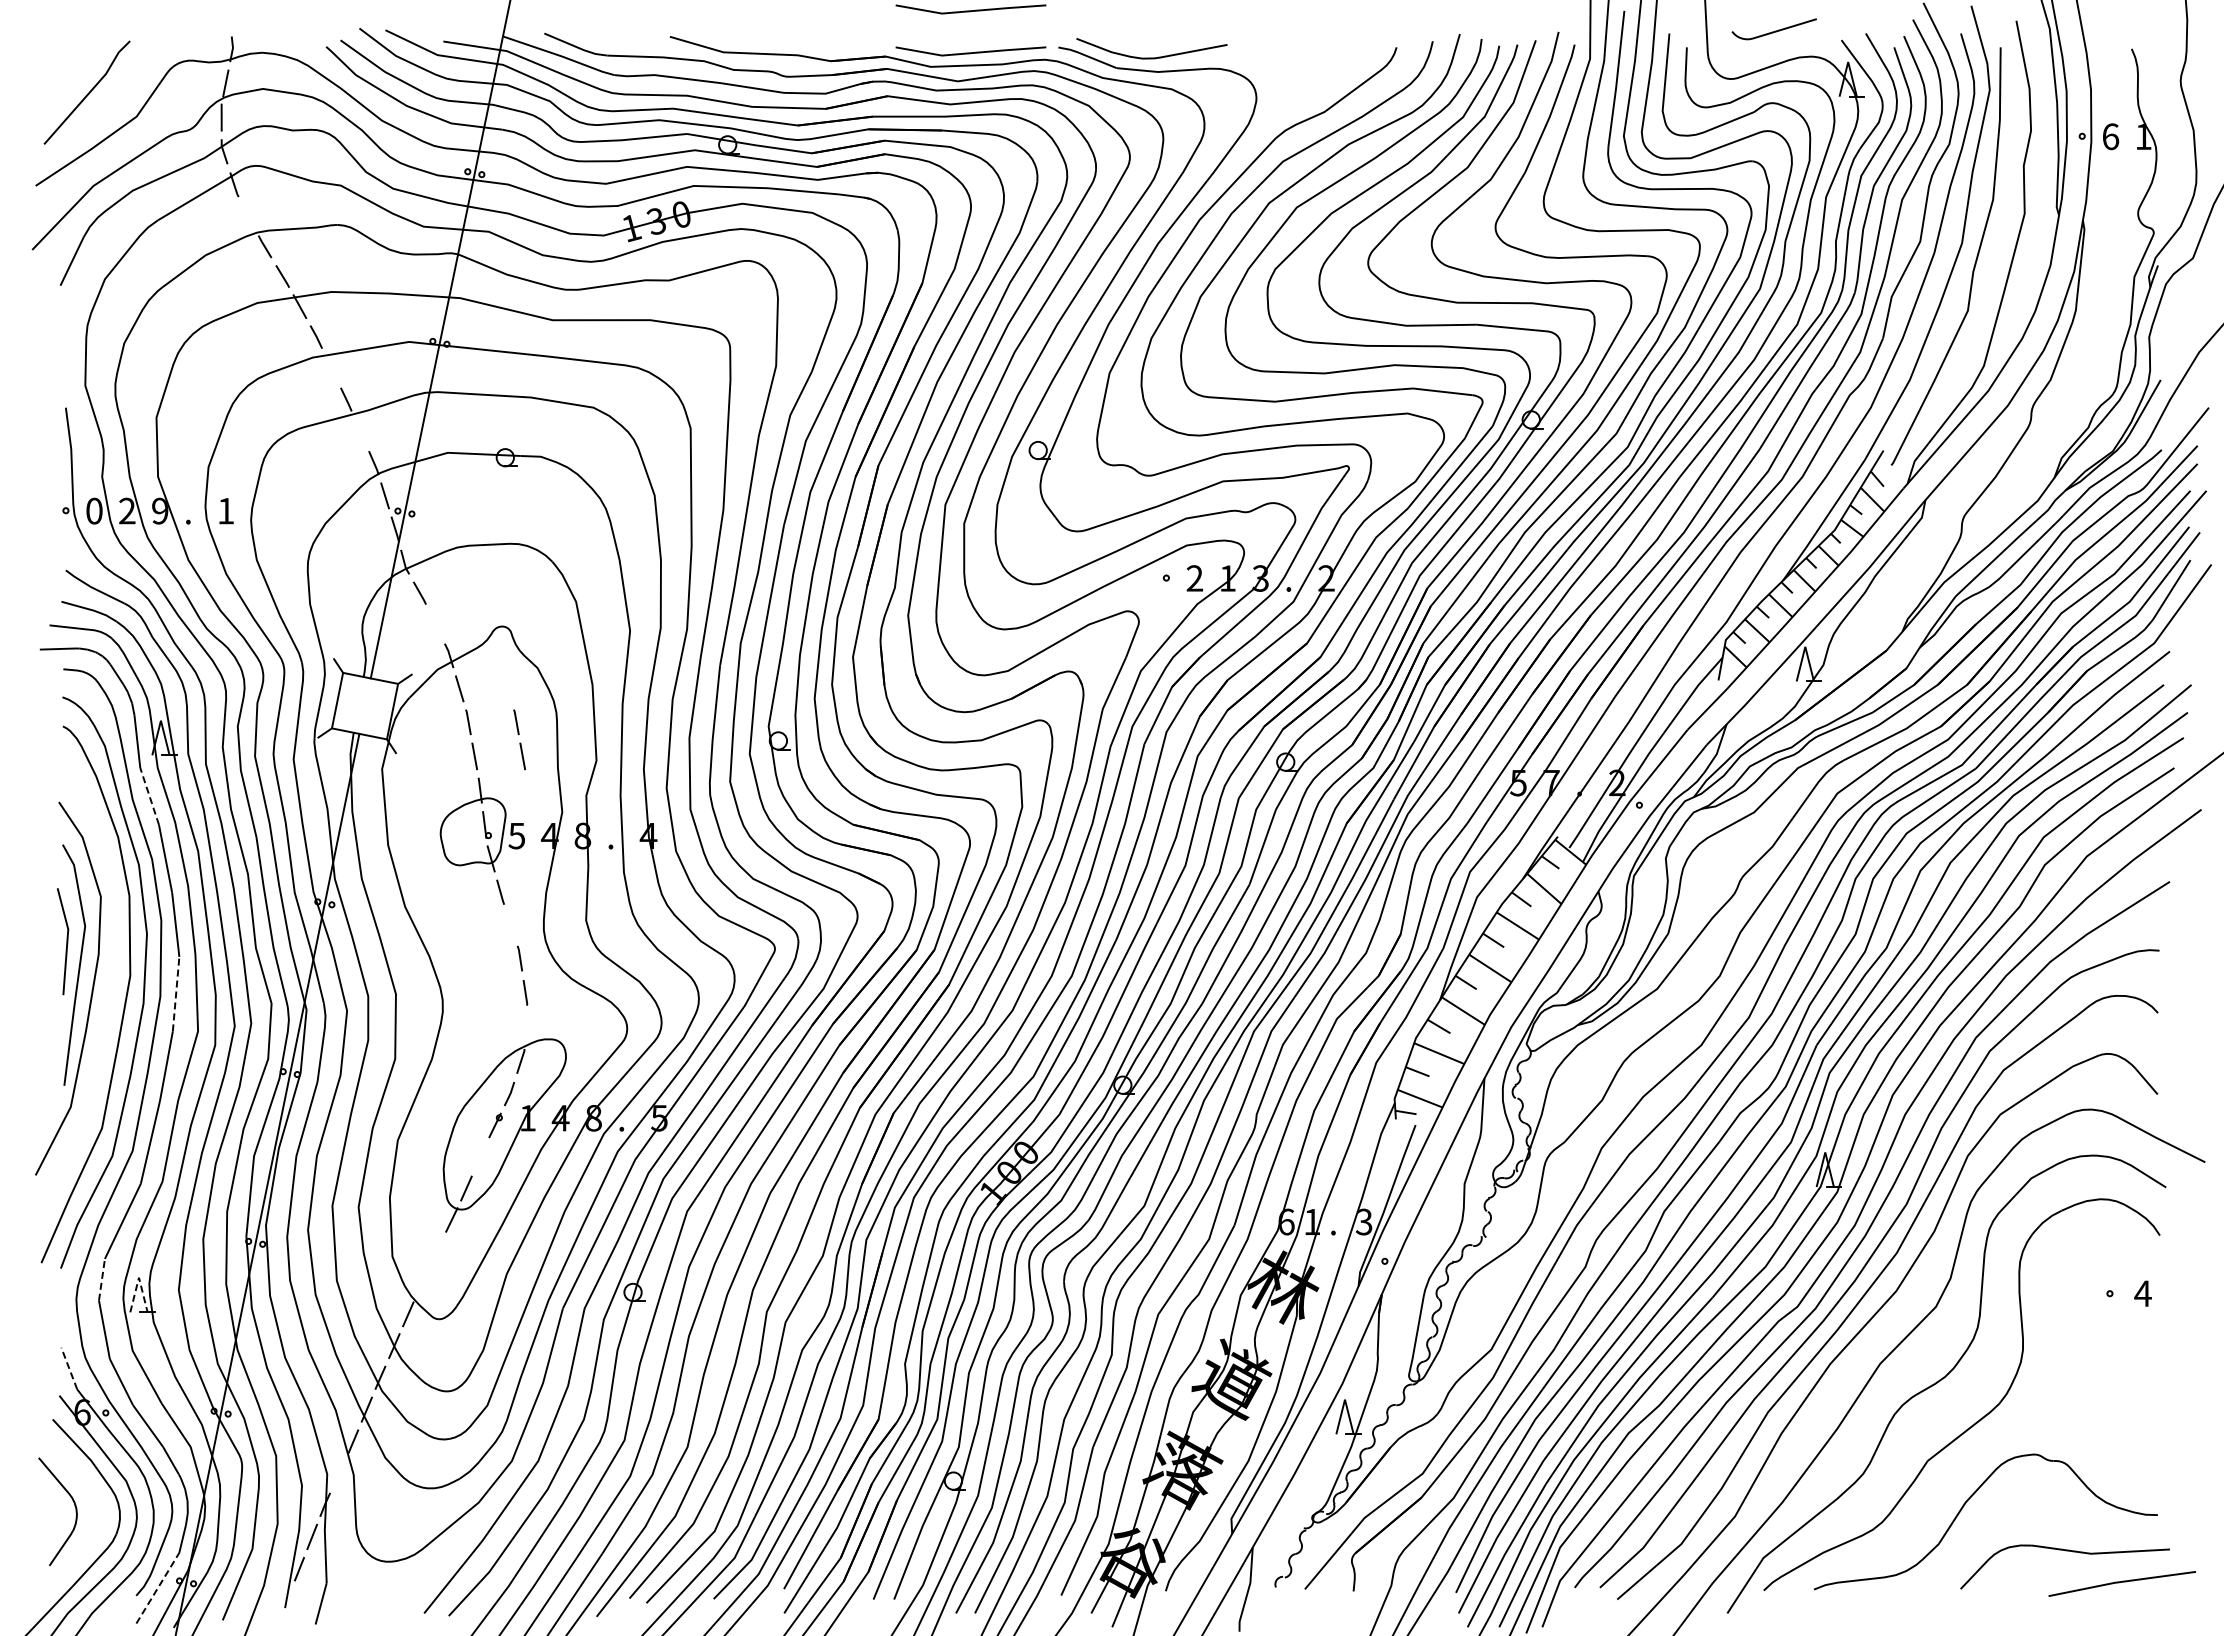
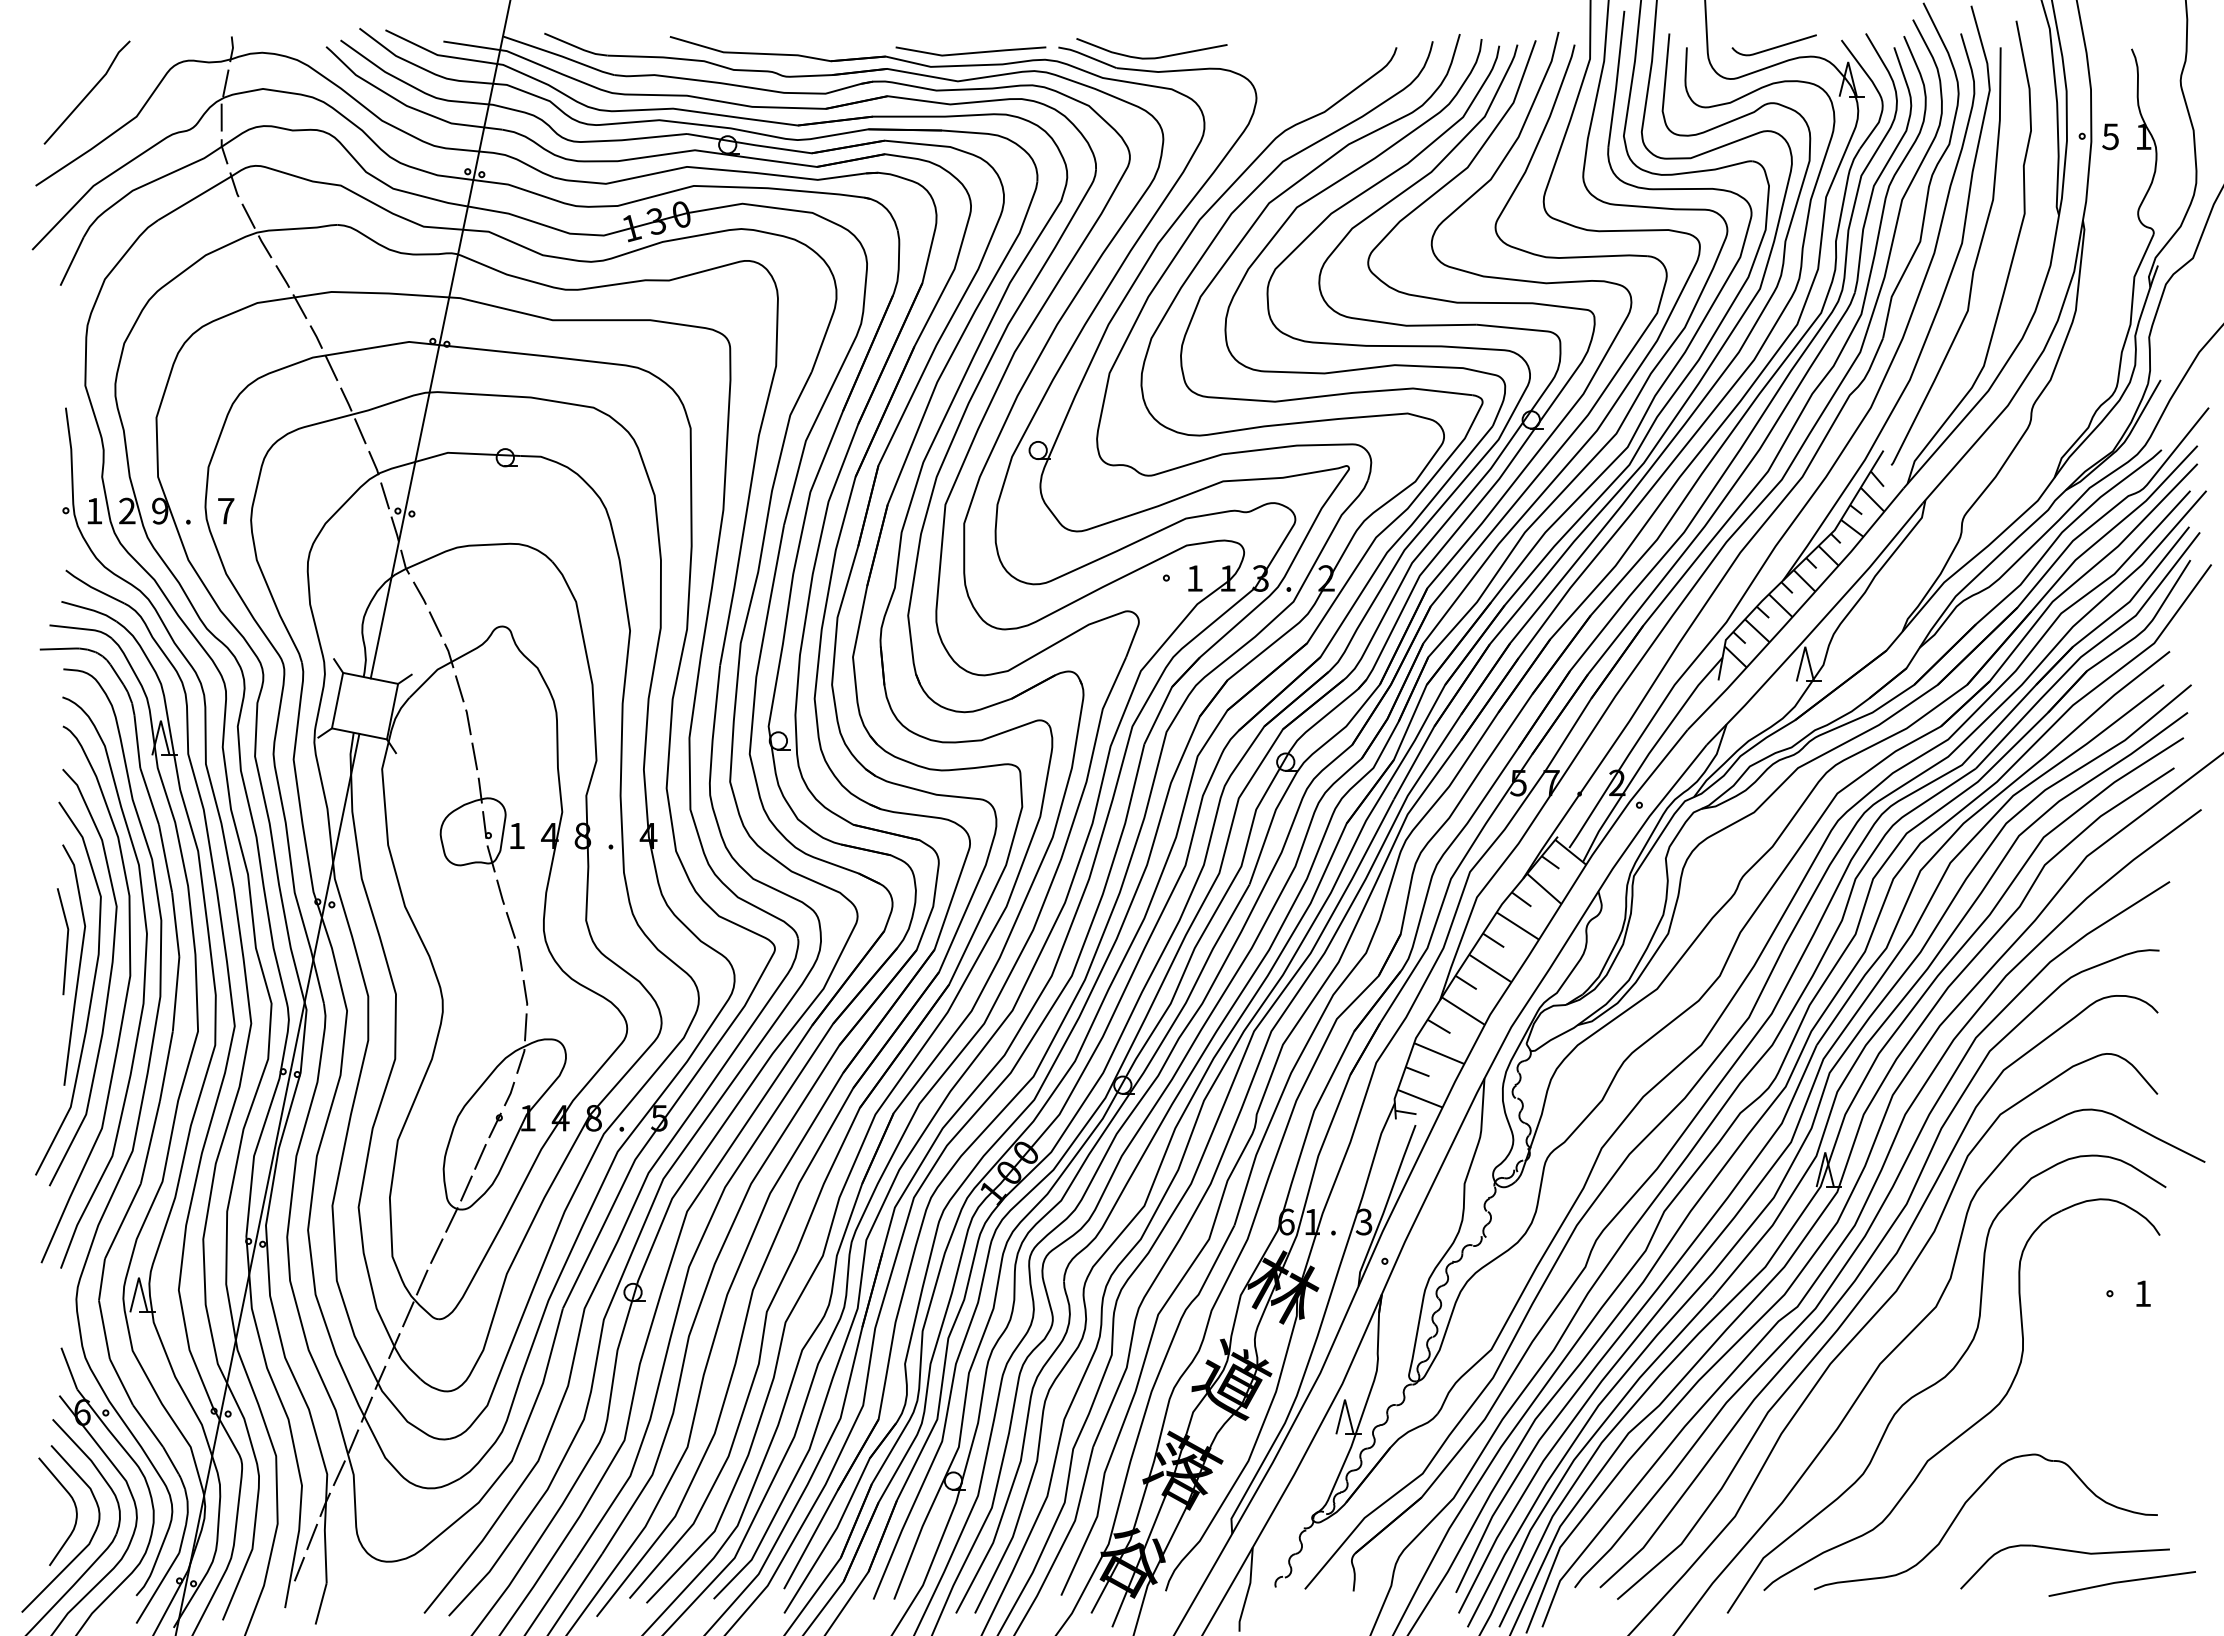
line at (970, 10): present -> none
curve at (1773, 31) position: (1773, 31) -> (1773, 47)
text at (2110, 136): 6 -> 5
line at (248, 215): none -> present
line at (331, 368): none -> present
line at (360, 431): none -> present
text at (94, 510): 0 -> 1
text at (226, 511): 1 -> 7
text at (1194, 578): 2 -> 1
line at (435, 623): none -> present
line at (519, 742): present -> none
line at (149, 796): dashed -> solid
text at (516, 836): 5 -> 1
line at (510, 925): none -> present
curve at (108, 982): none -> present
line at (176, 993): dashed -> solid
line at (525, 1027): none -> present
line at (480, 1156): none -> present
line at (436, 1250): none -> present
line at (138, 1277): dashed -> solid
line at (102, 1279): dashed -> solid
line at (421, 1282): none -> present
text at (2142, 1293): 4 -> 1
line at (69, 1368): dashed -> solid
line at (338, 1473): none -> present
curve at (82, 1549): none -> present
line at (158, 1587): dashed -> solid
